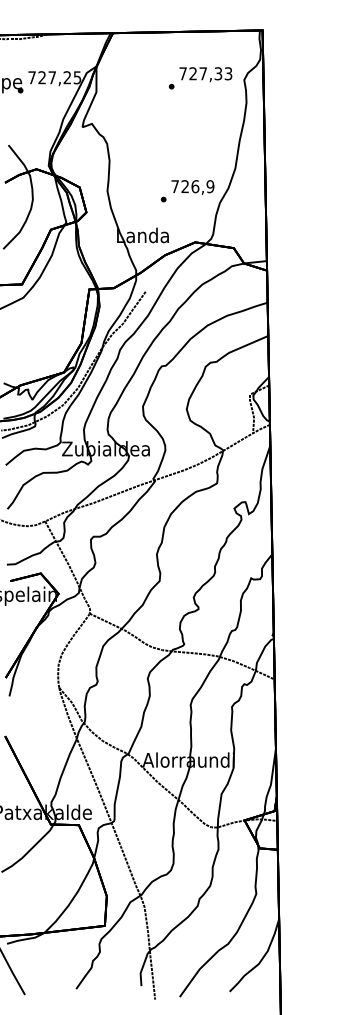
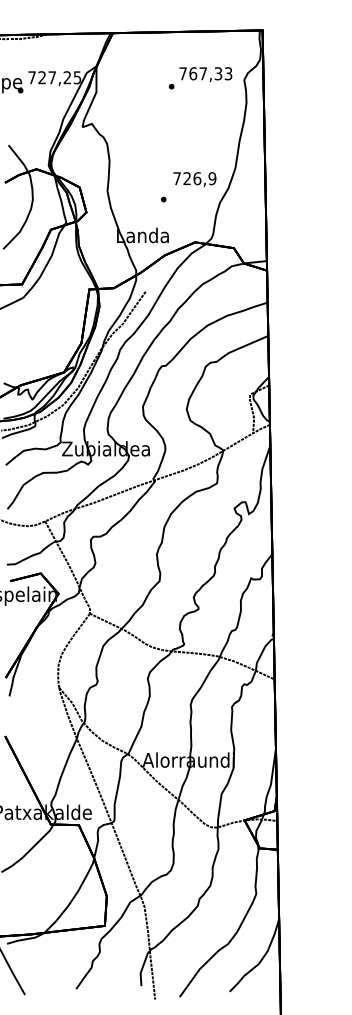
text at (193, 73): 727,33 -> 767,33
text at (192, 187) position: (192, 187) -> (194, 179)
